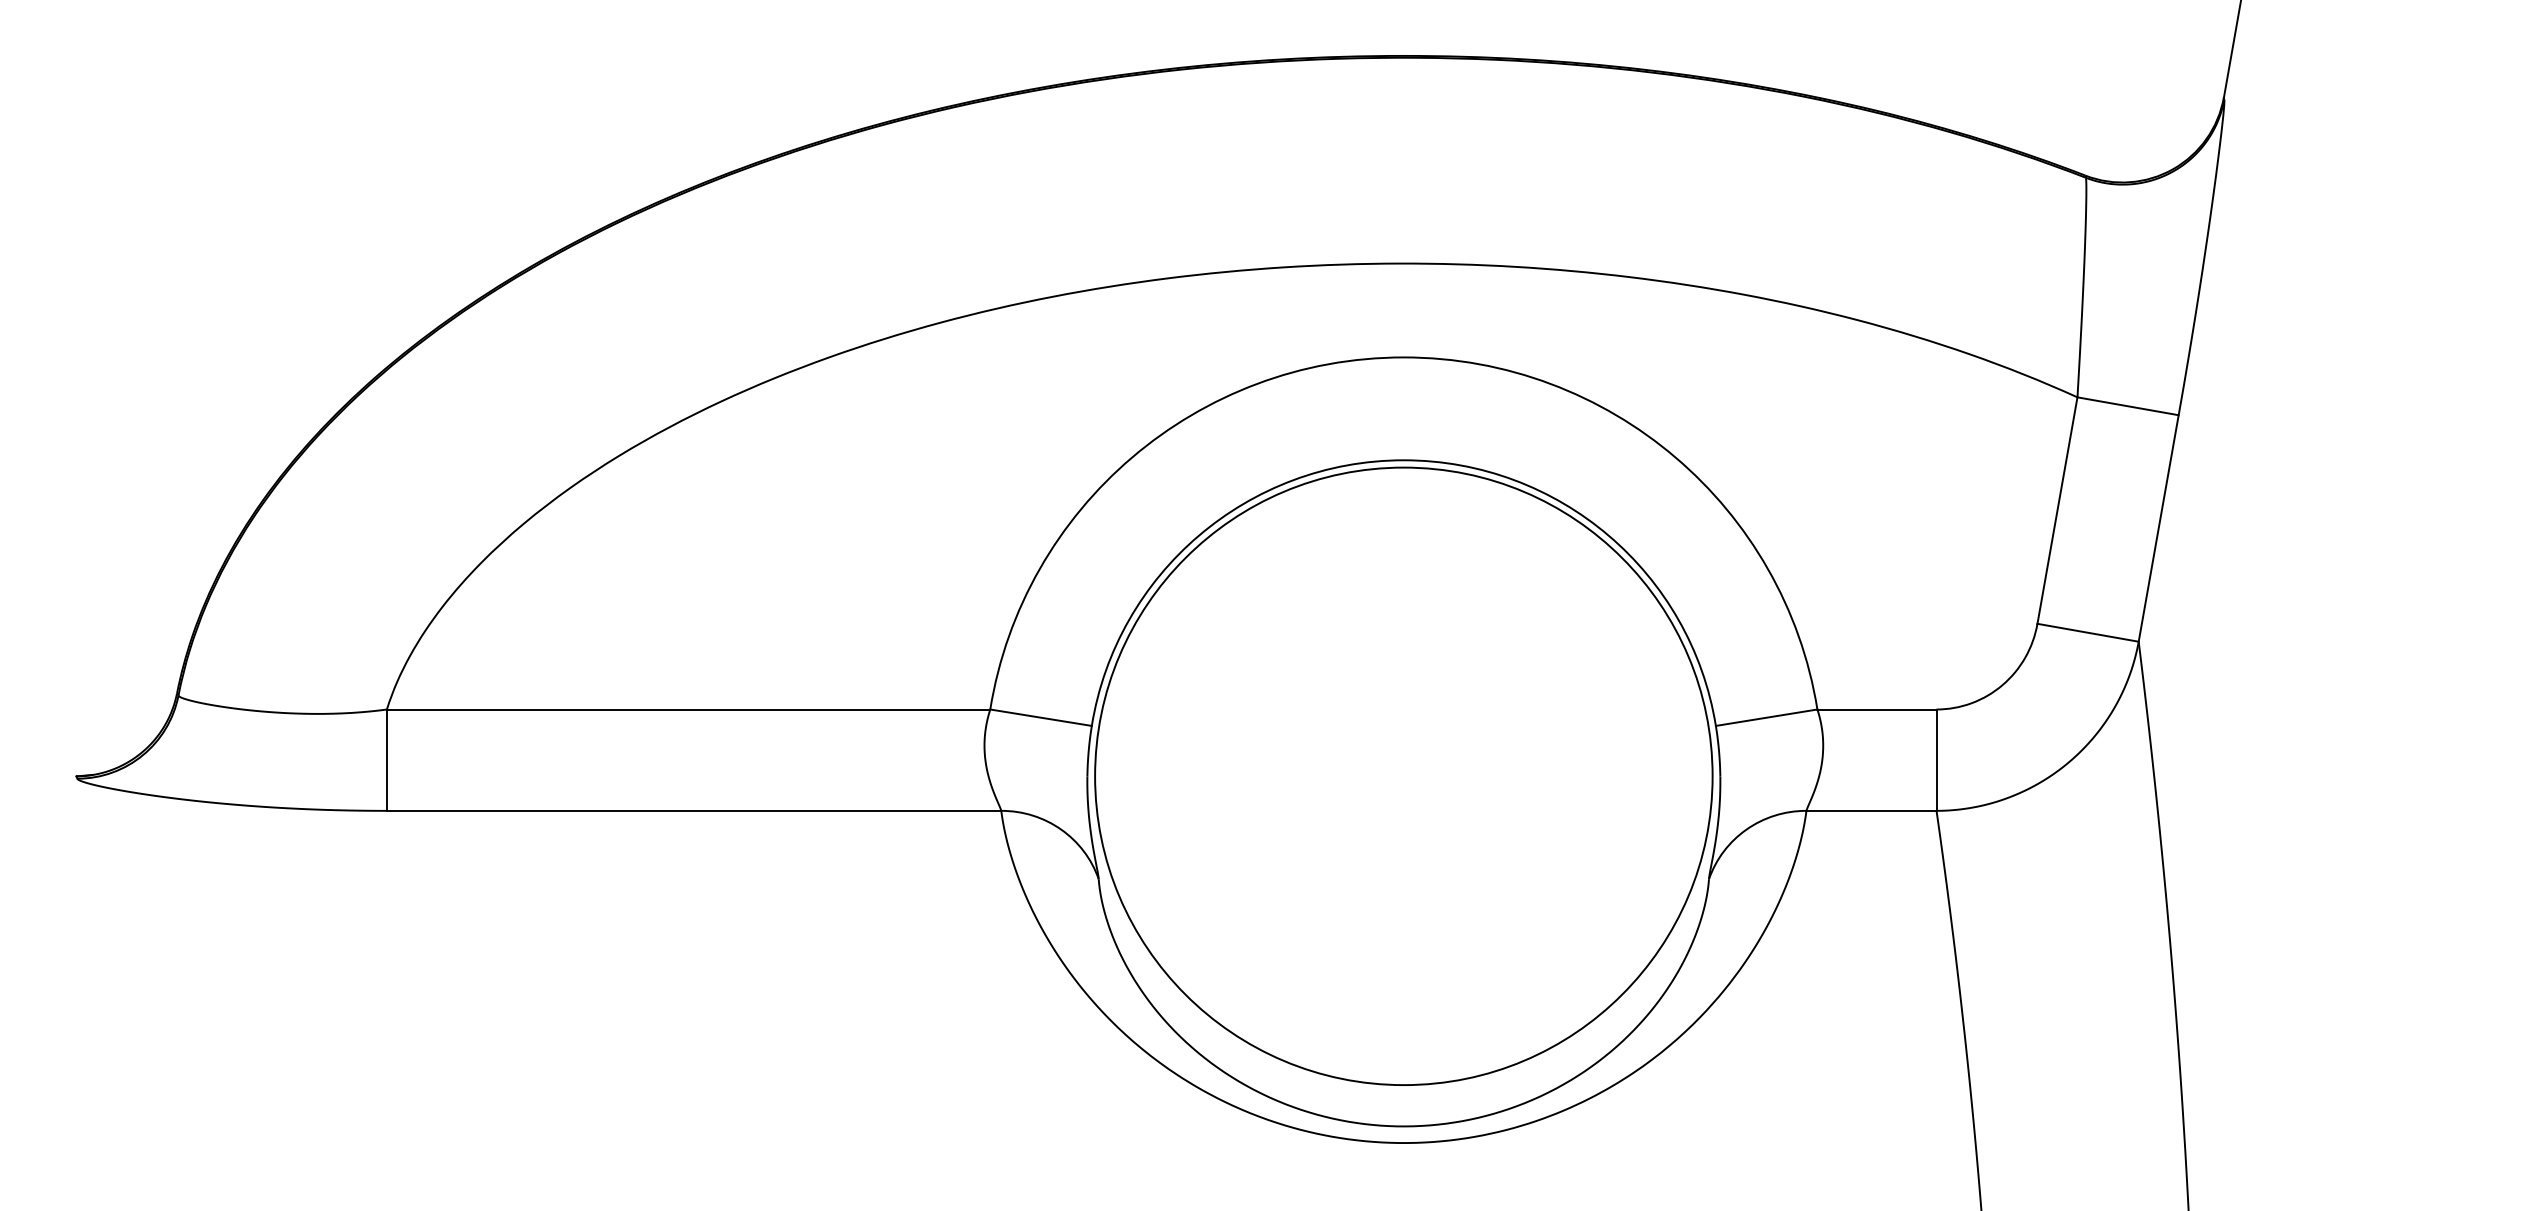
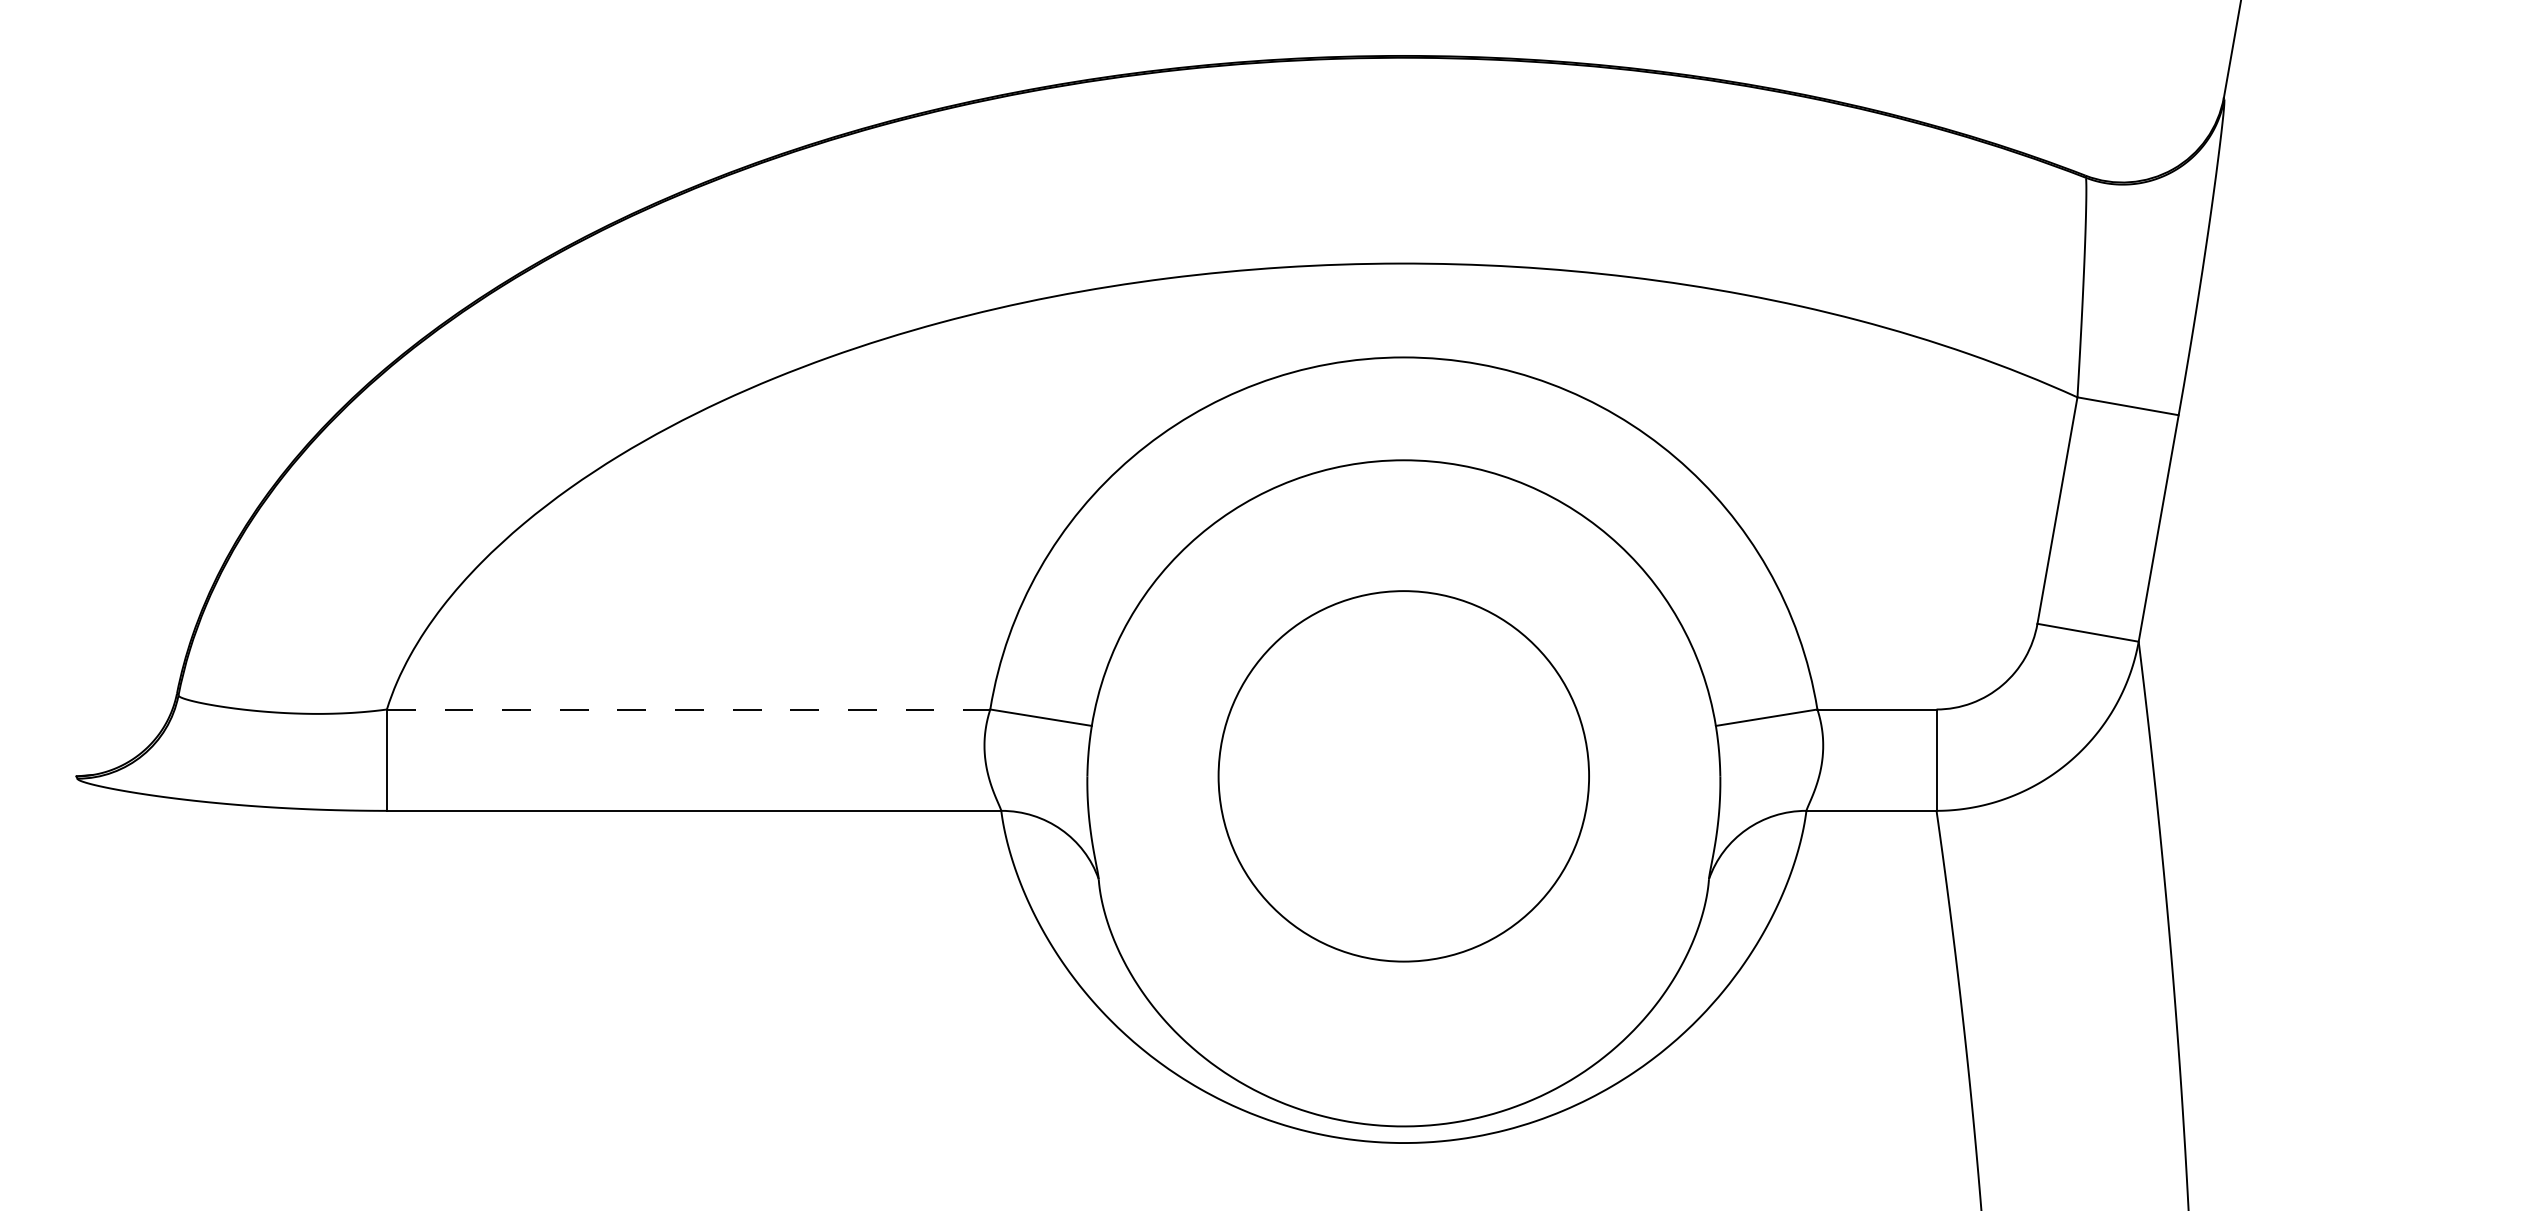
line at (688, 709): solid -> dashed
circle at (1403, 776) diameter: 618 px -> 371 px
